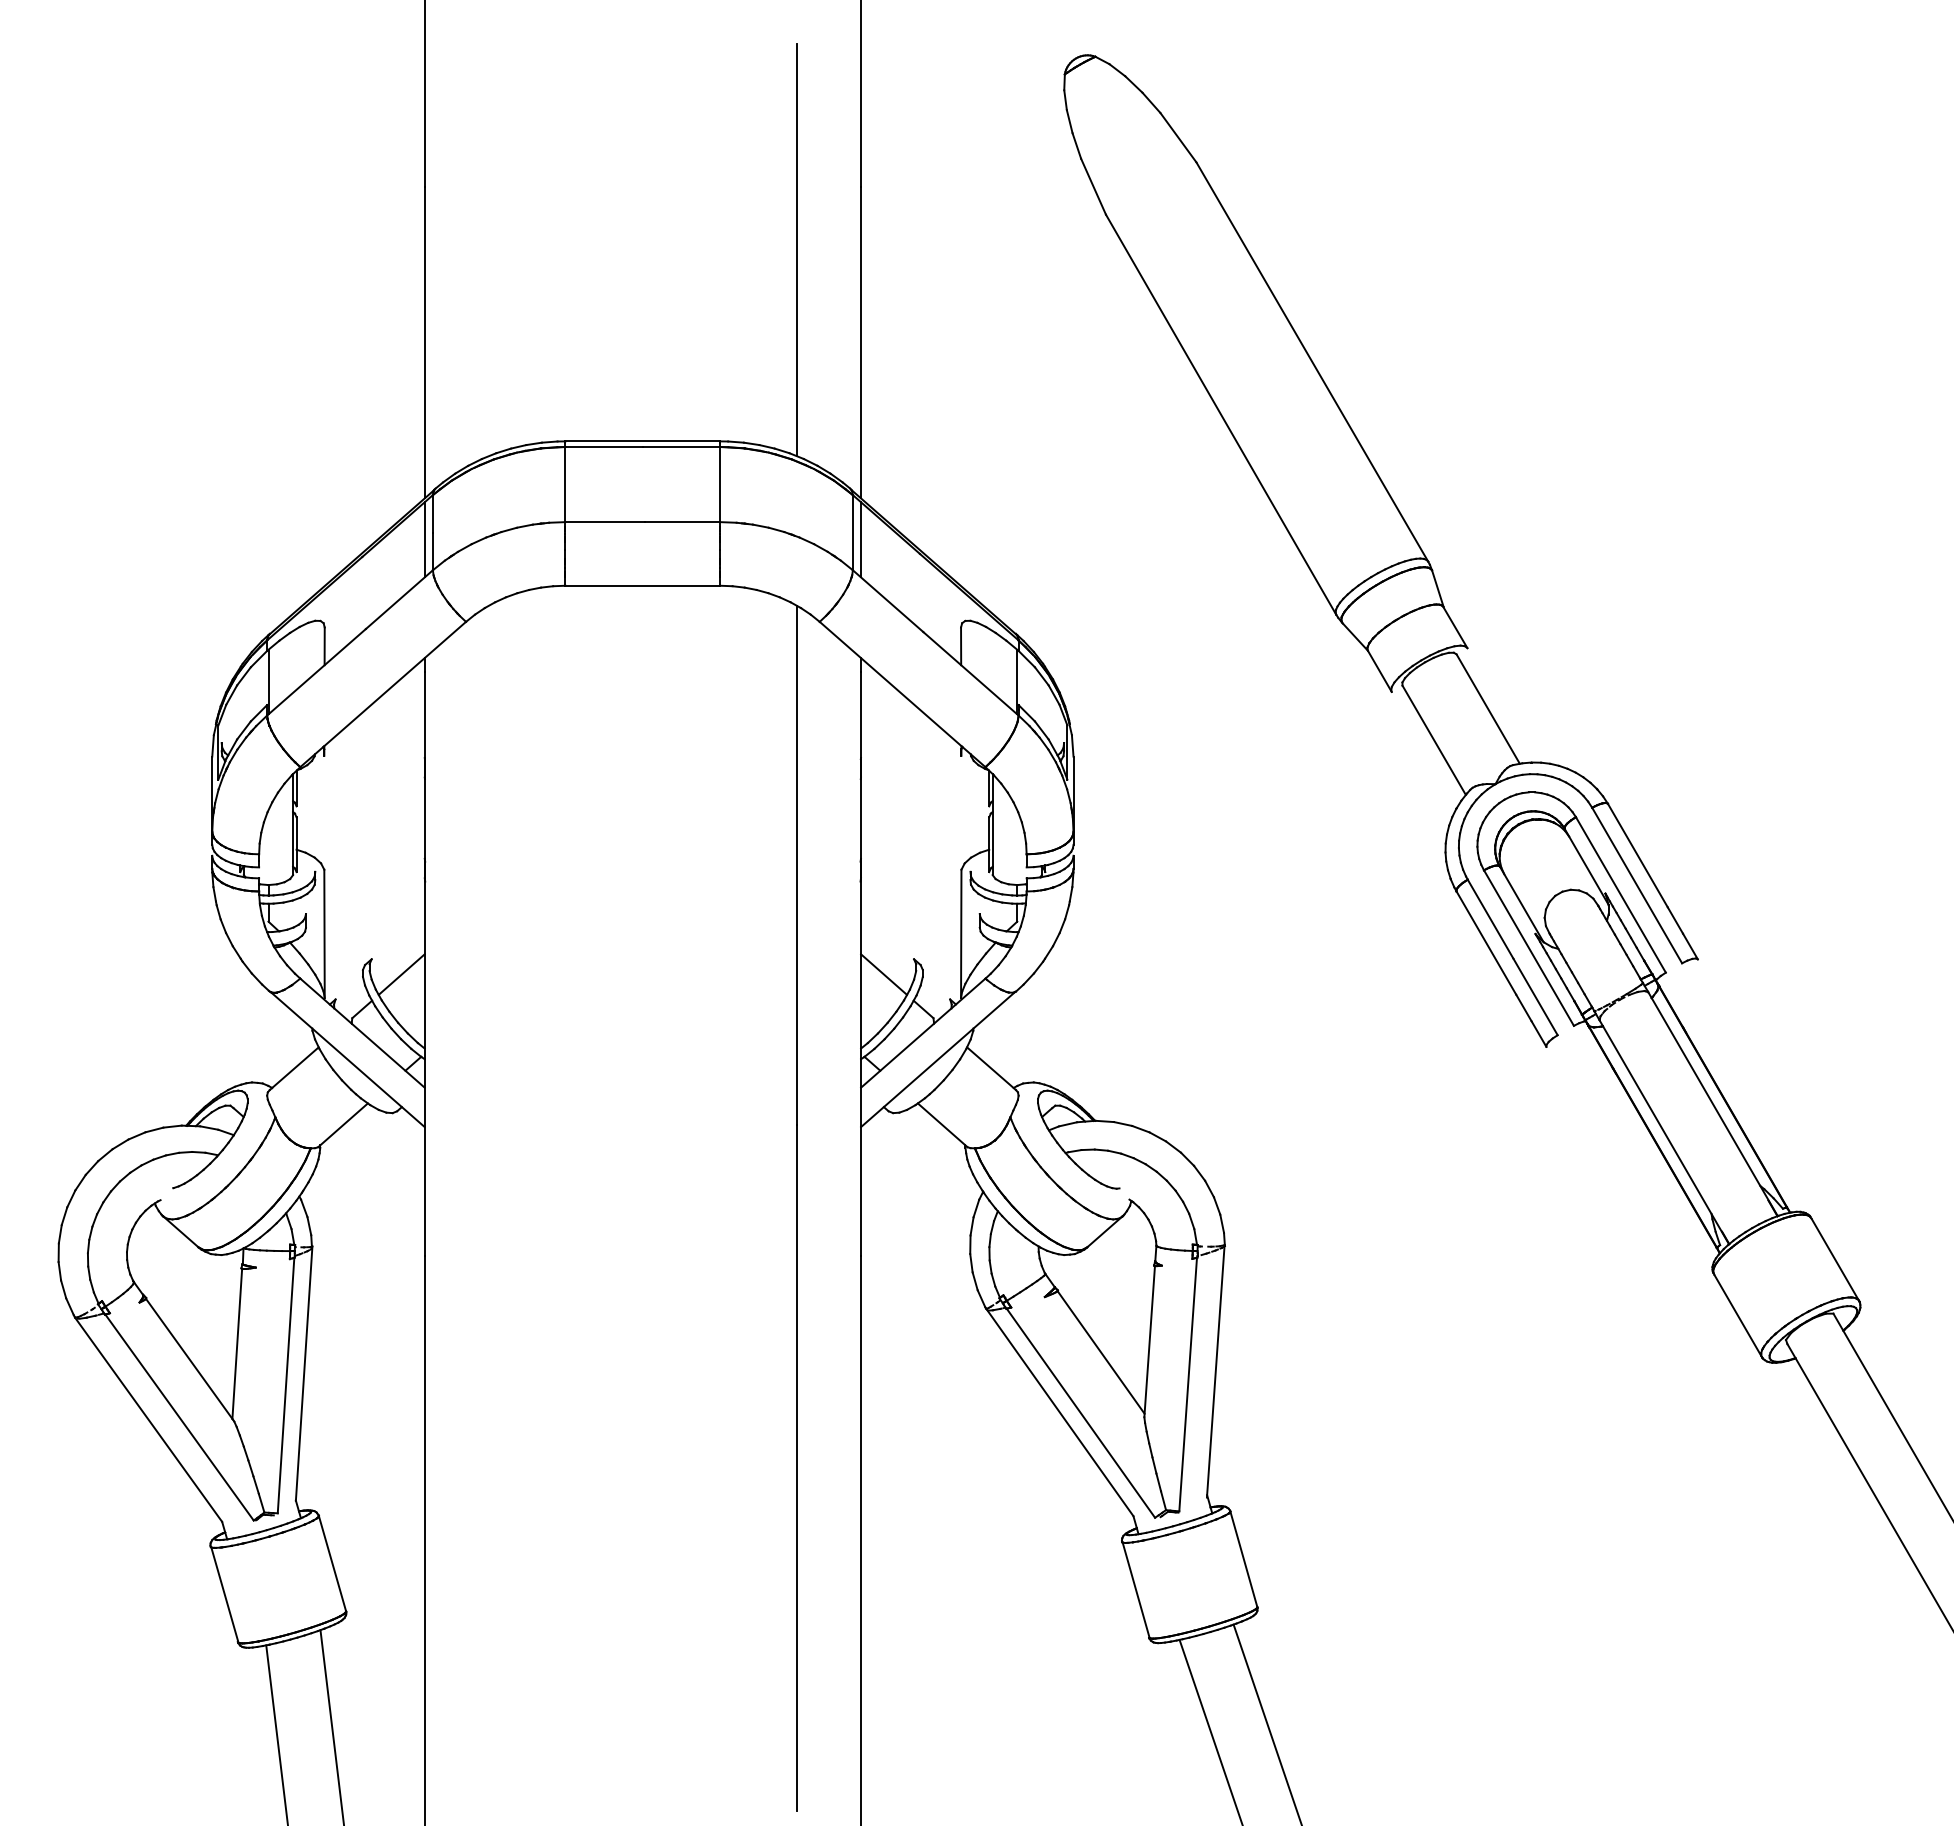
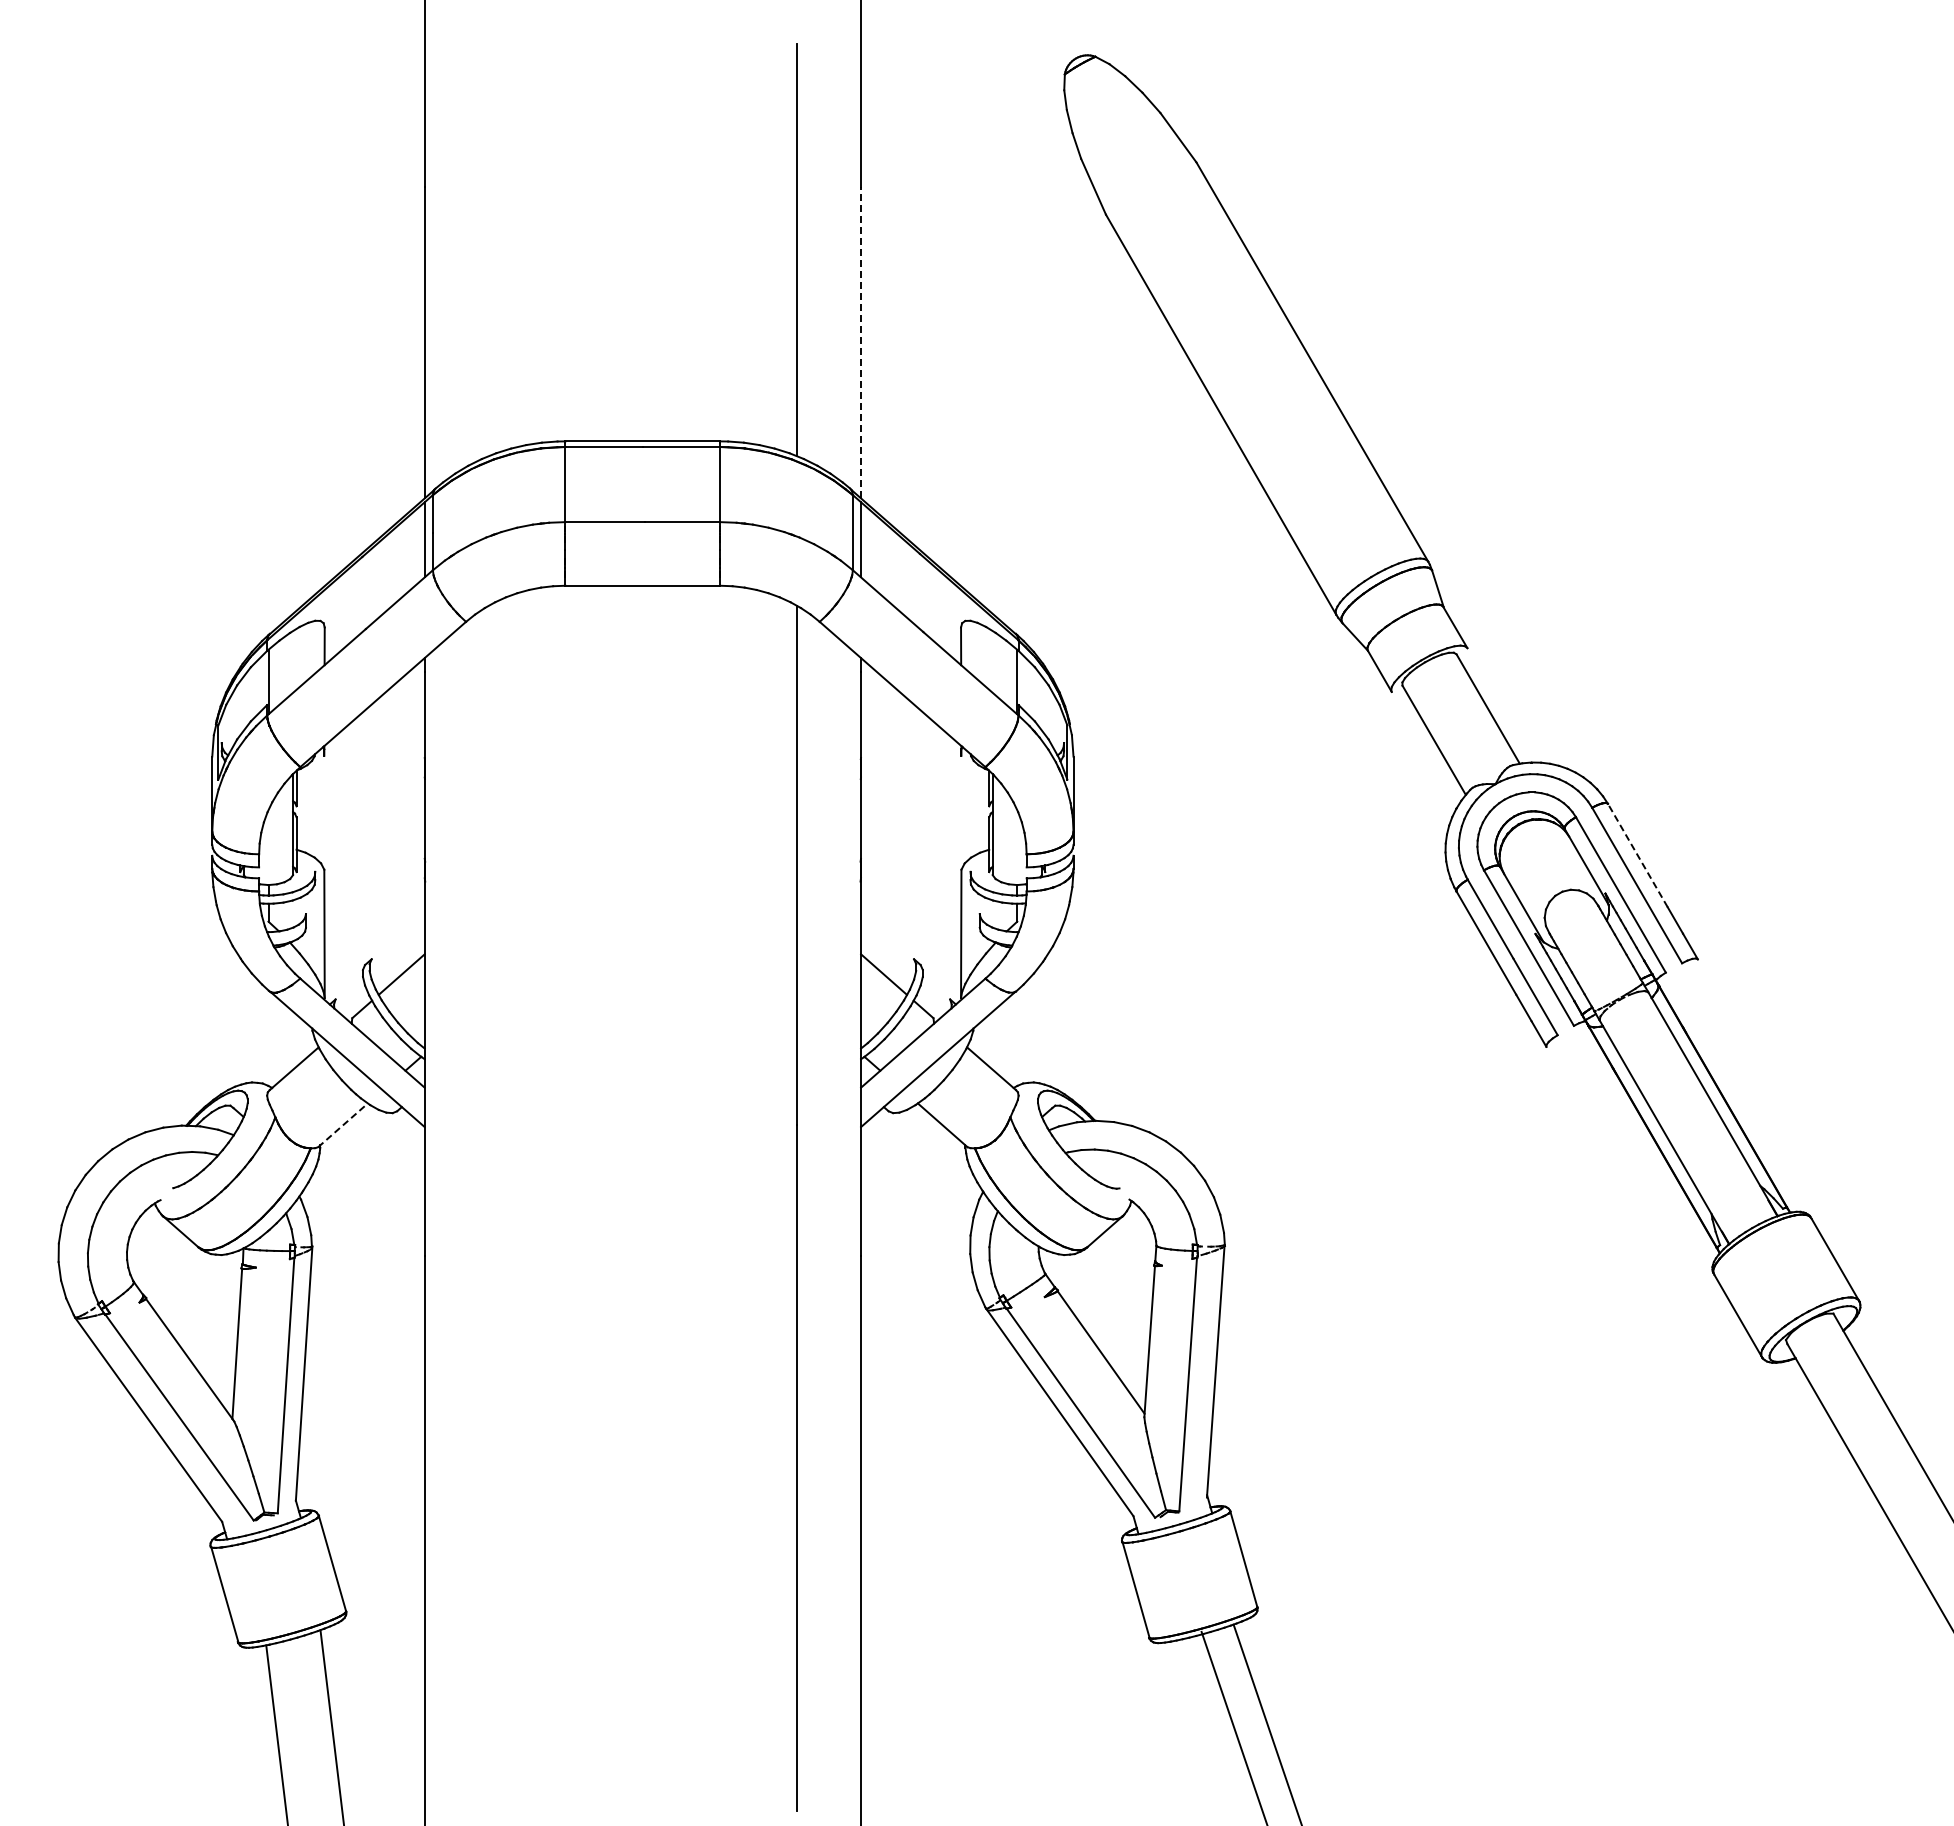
line at (861, 342): solid -> dashed
line at (1637, 855): solid -> dashed
line at (343, 1125): solid -> dashed
line at (1210, 1730) position: (1210, 1730) -> (1233, 1726)
